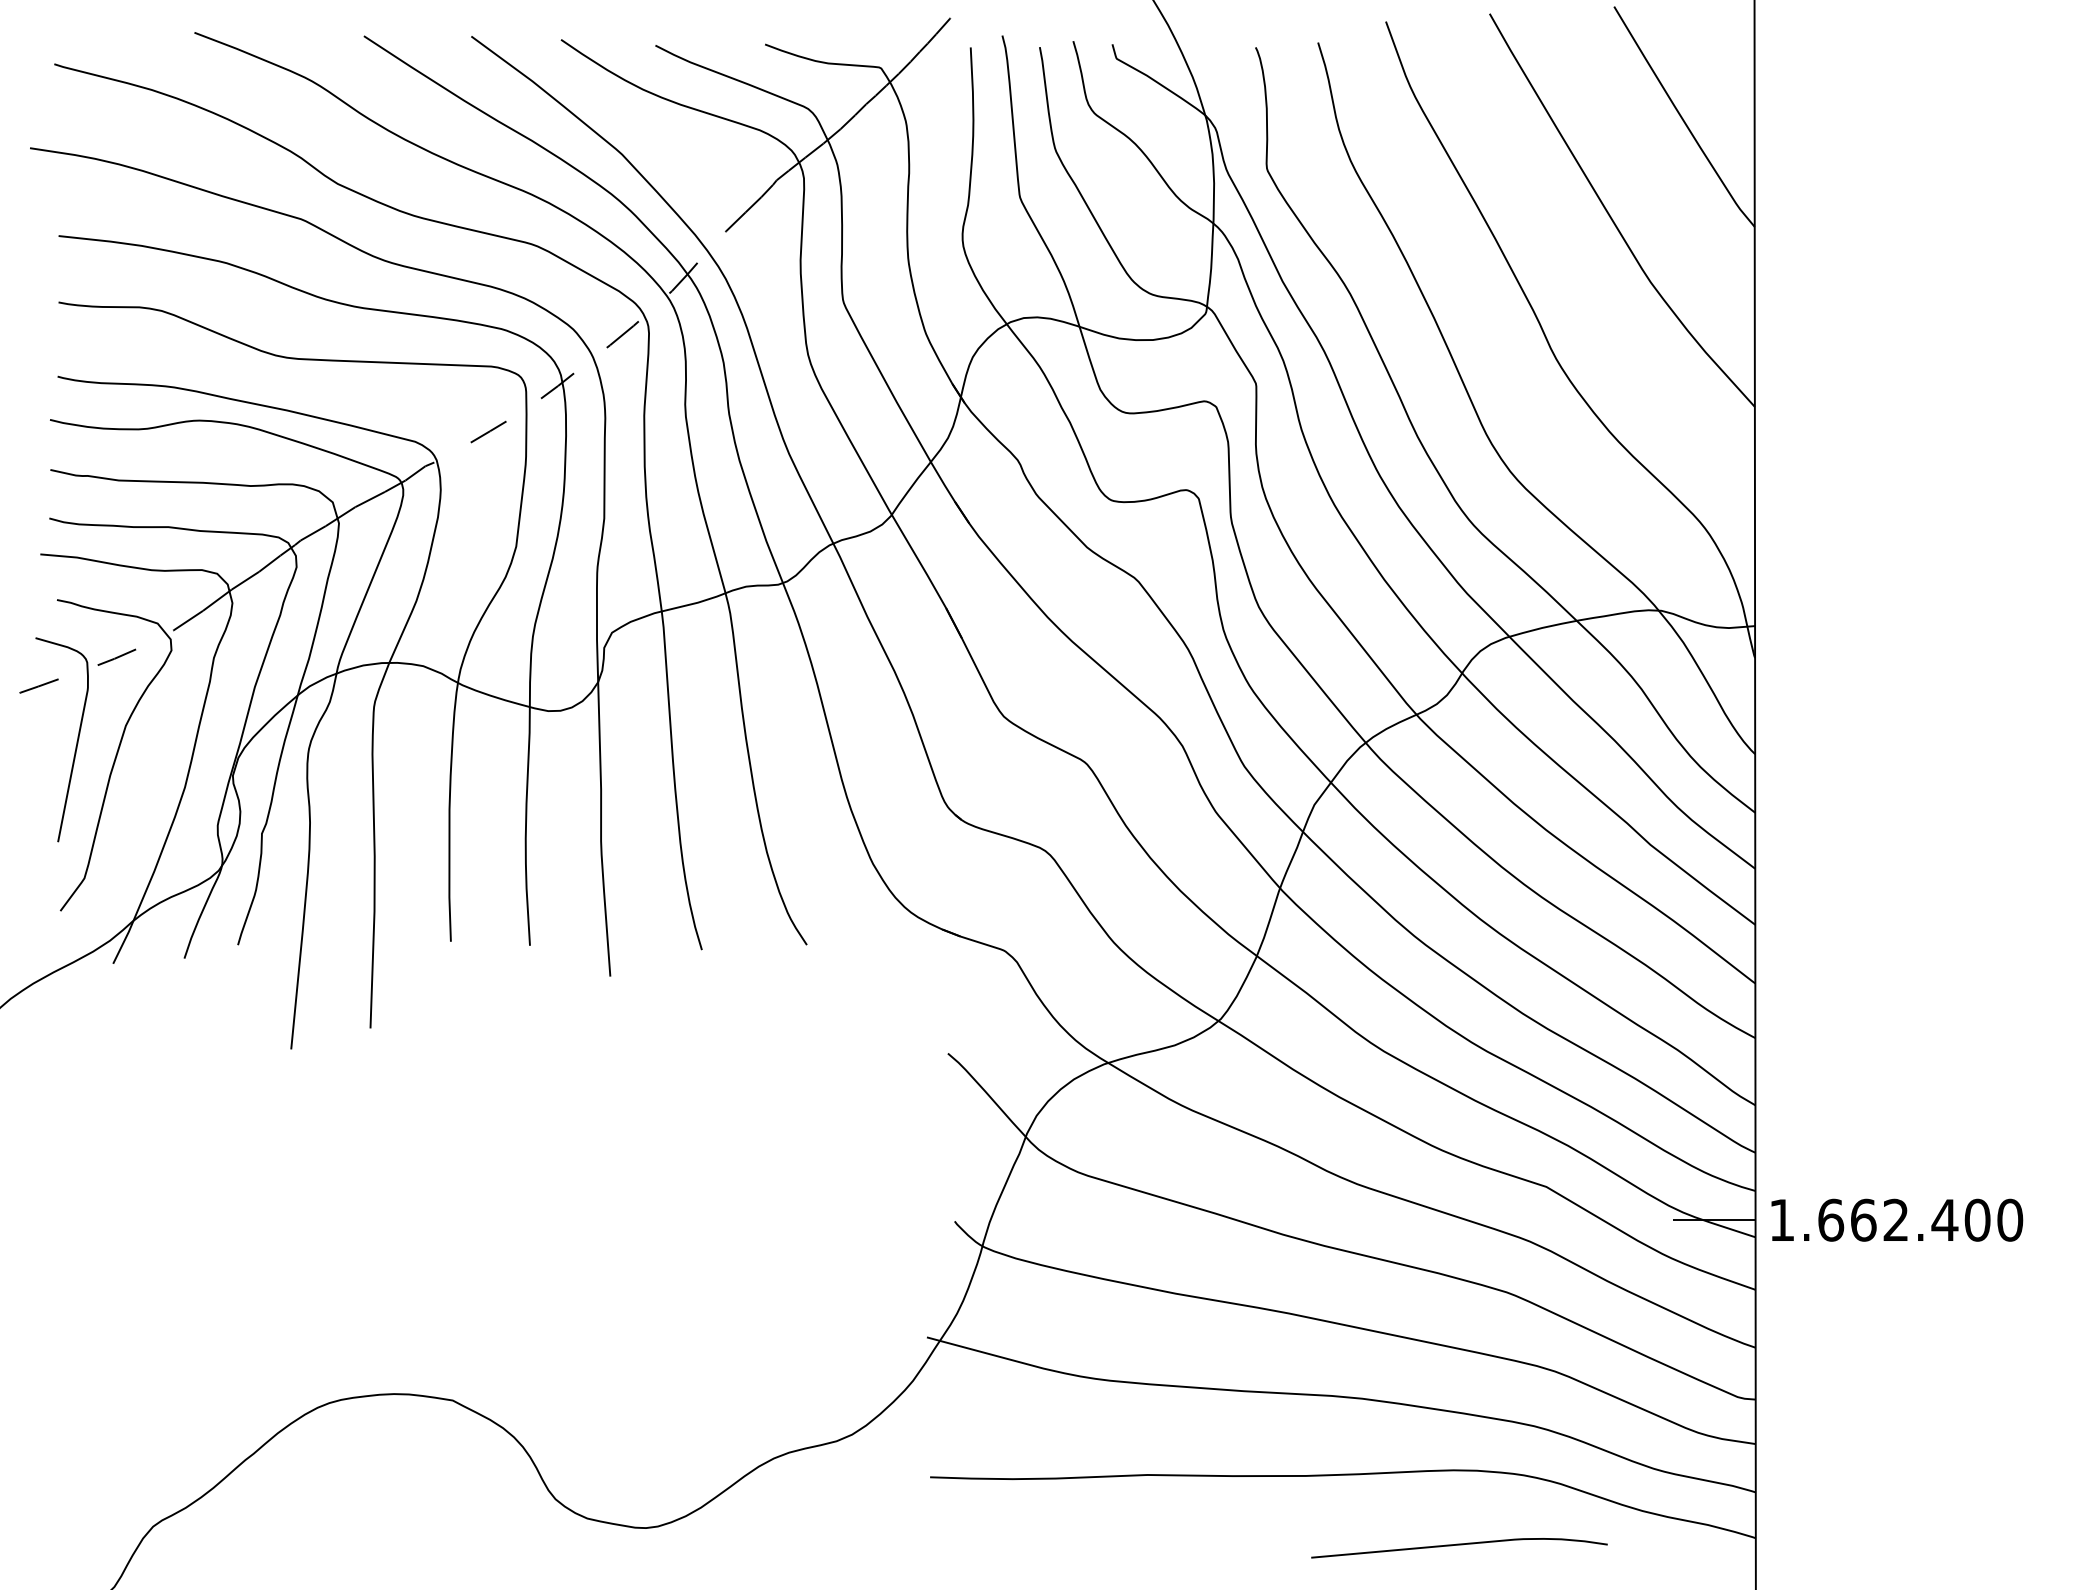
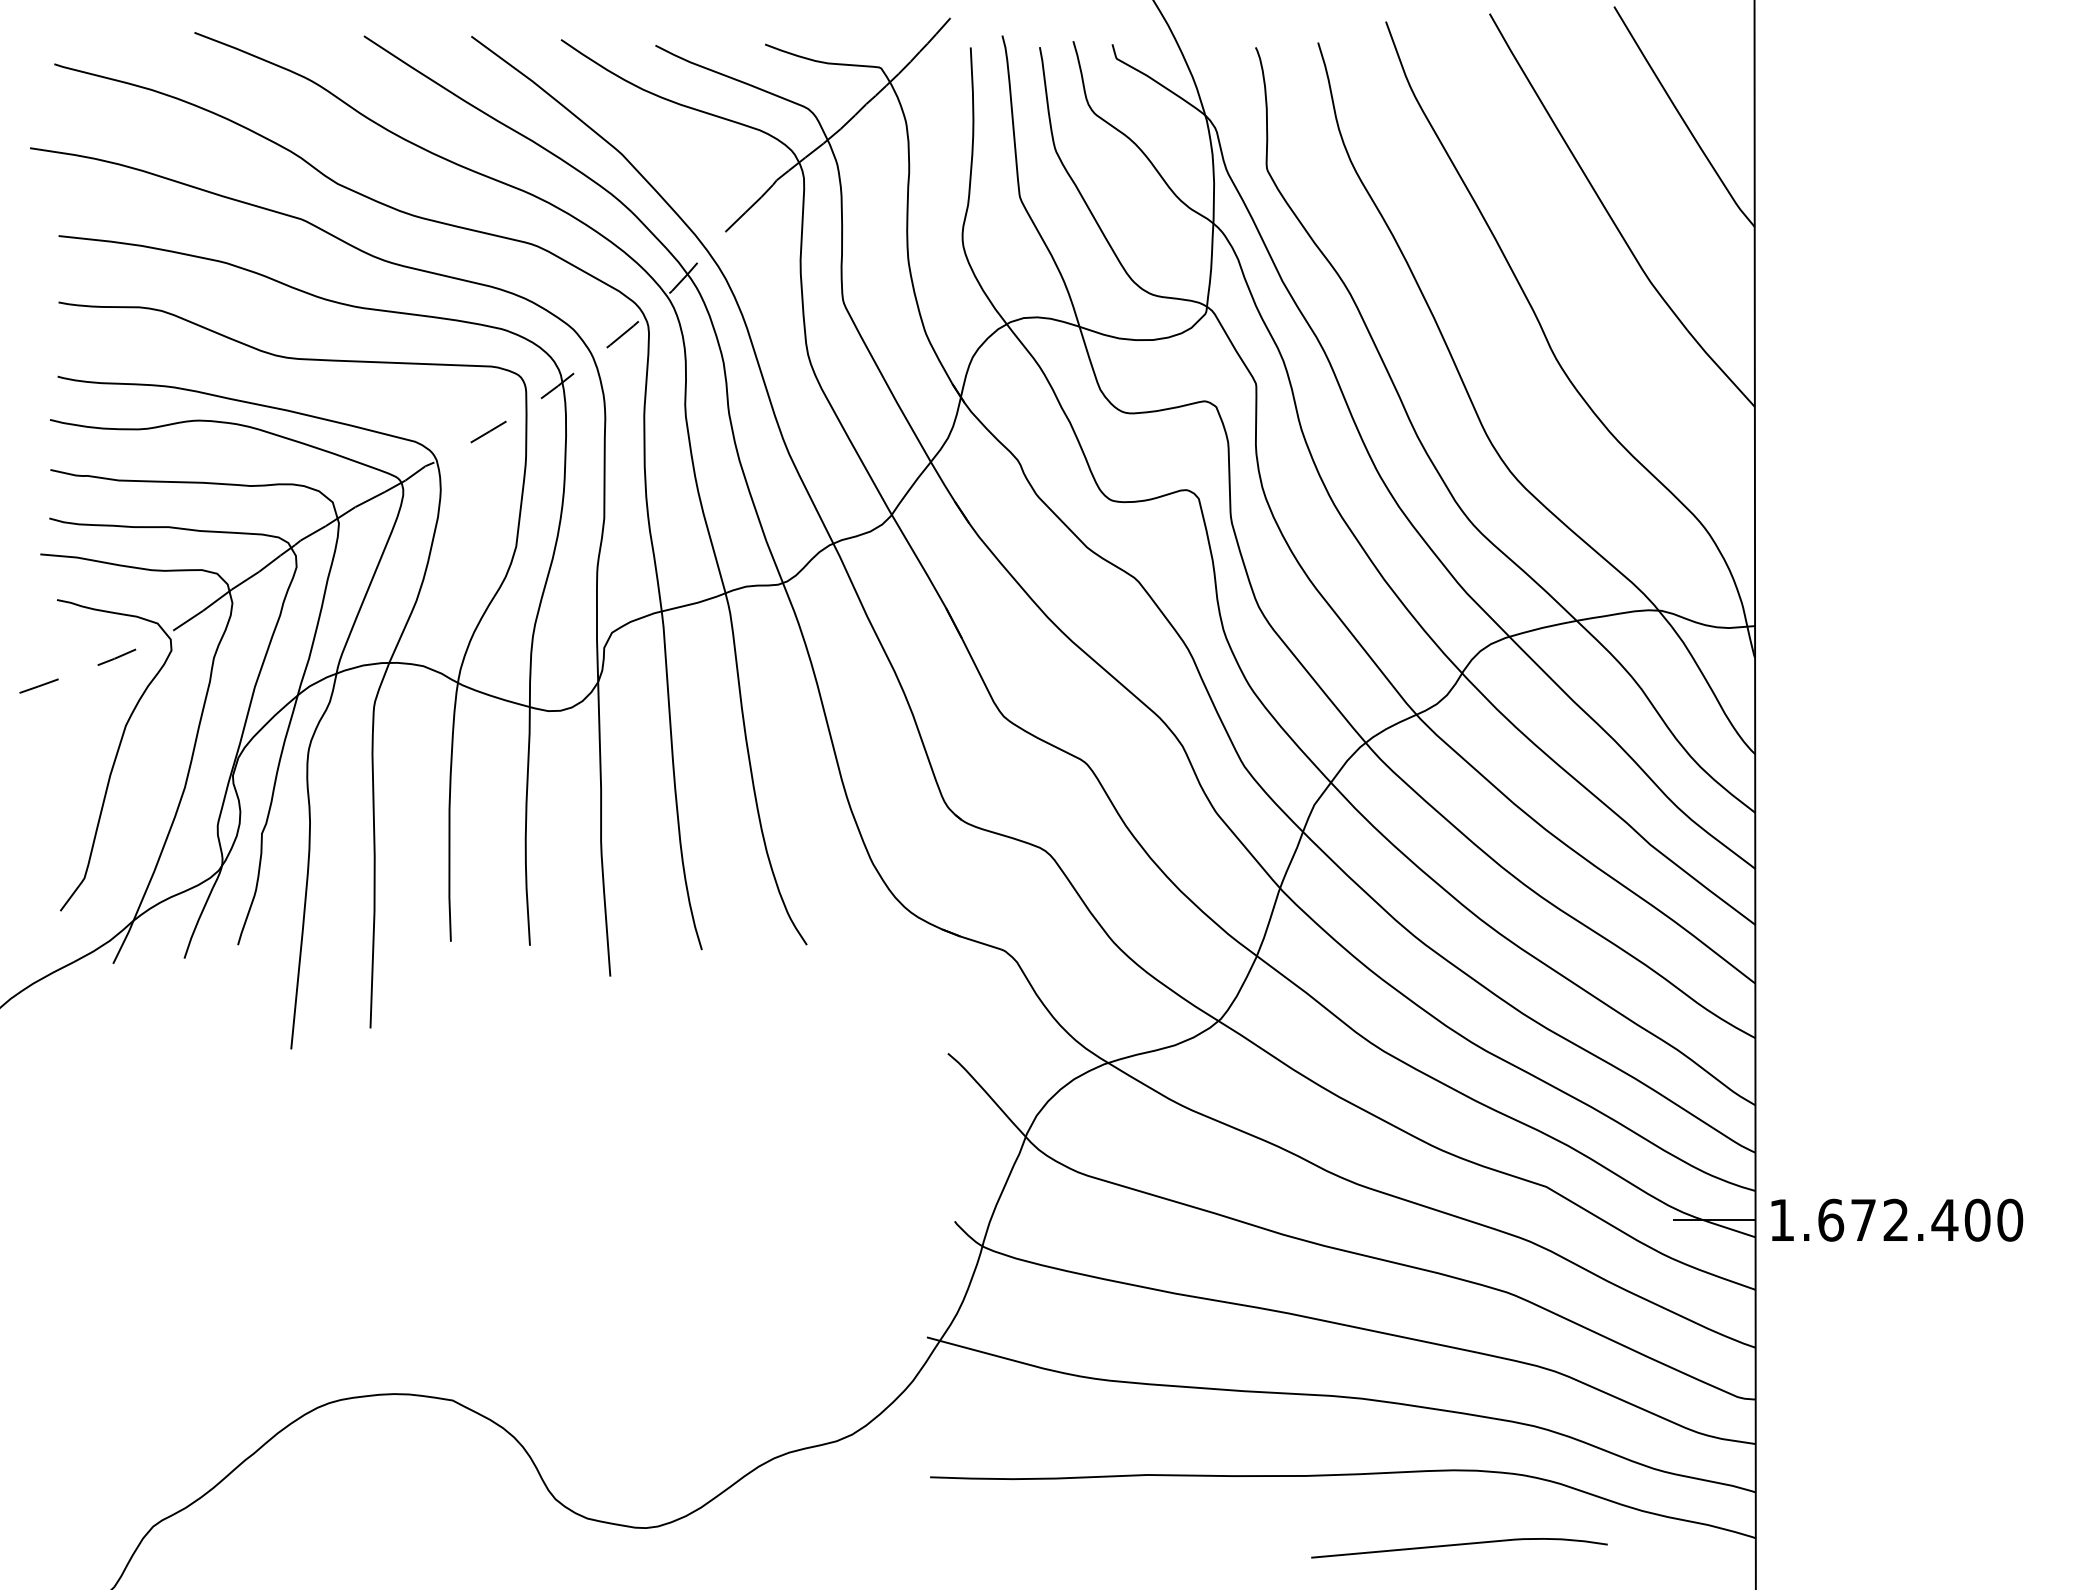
curve at (76, 741): present -> none
text at (1863, 1219): 1.662.400 -> 1.672.400
